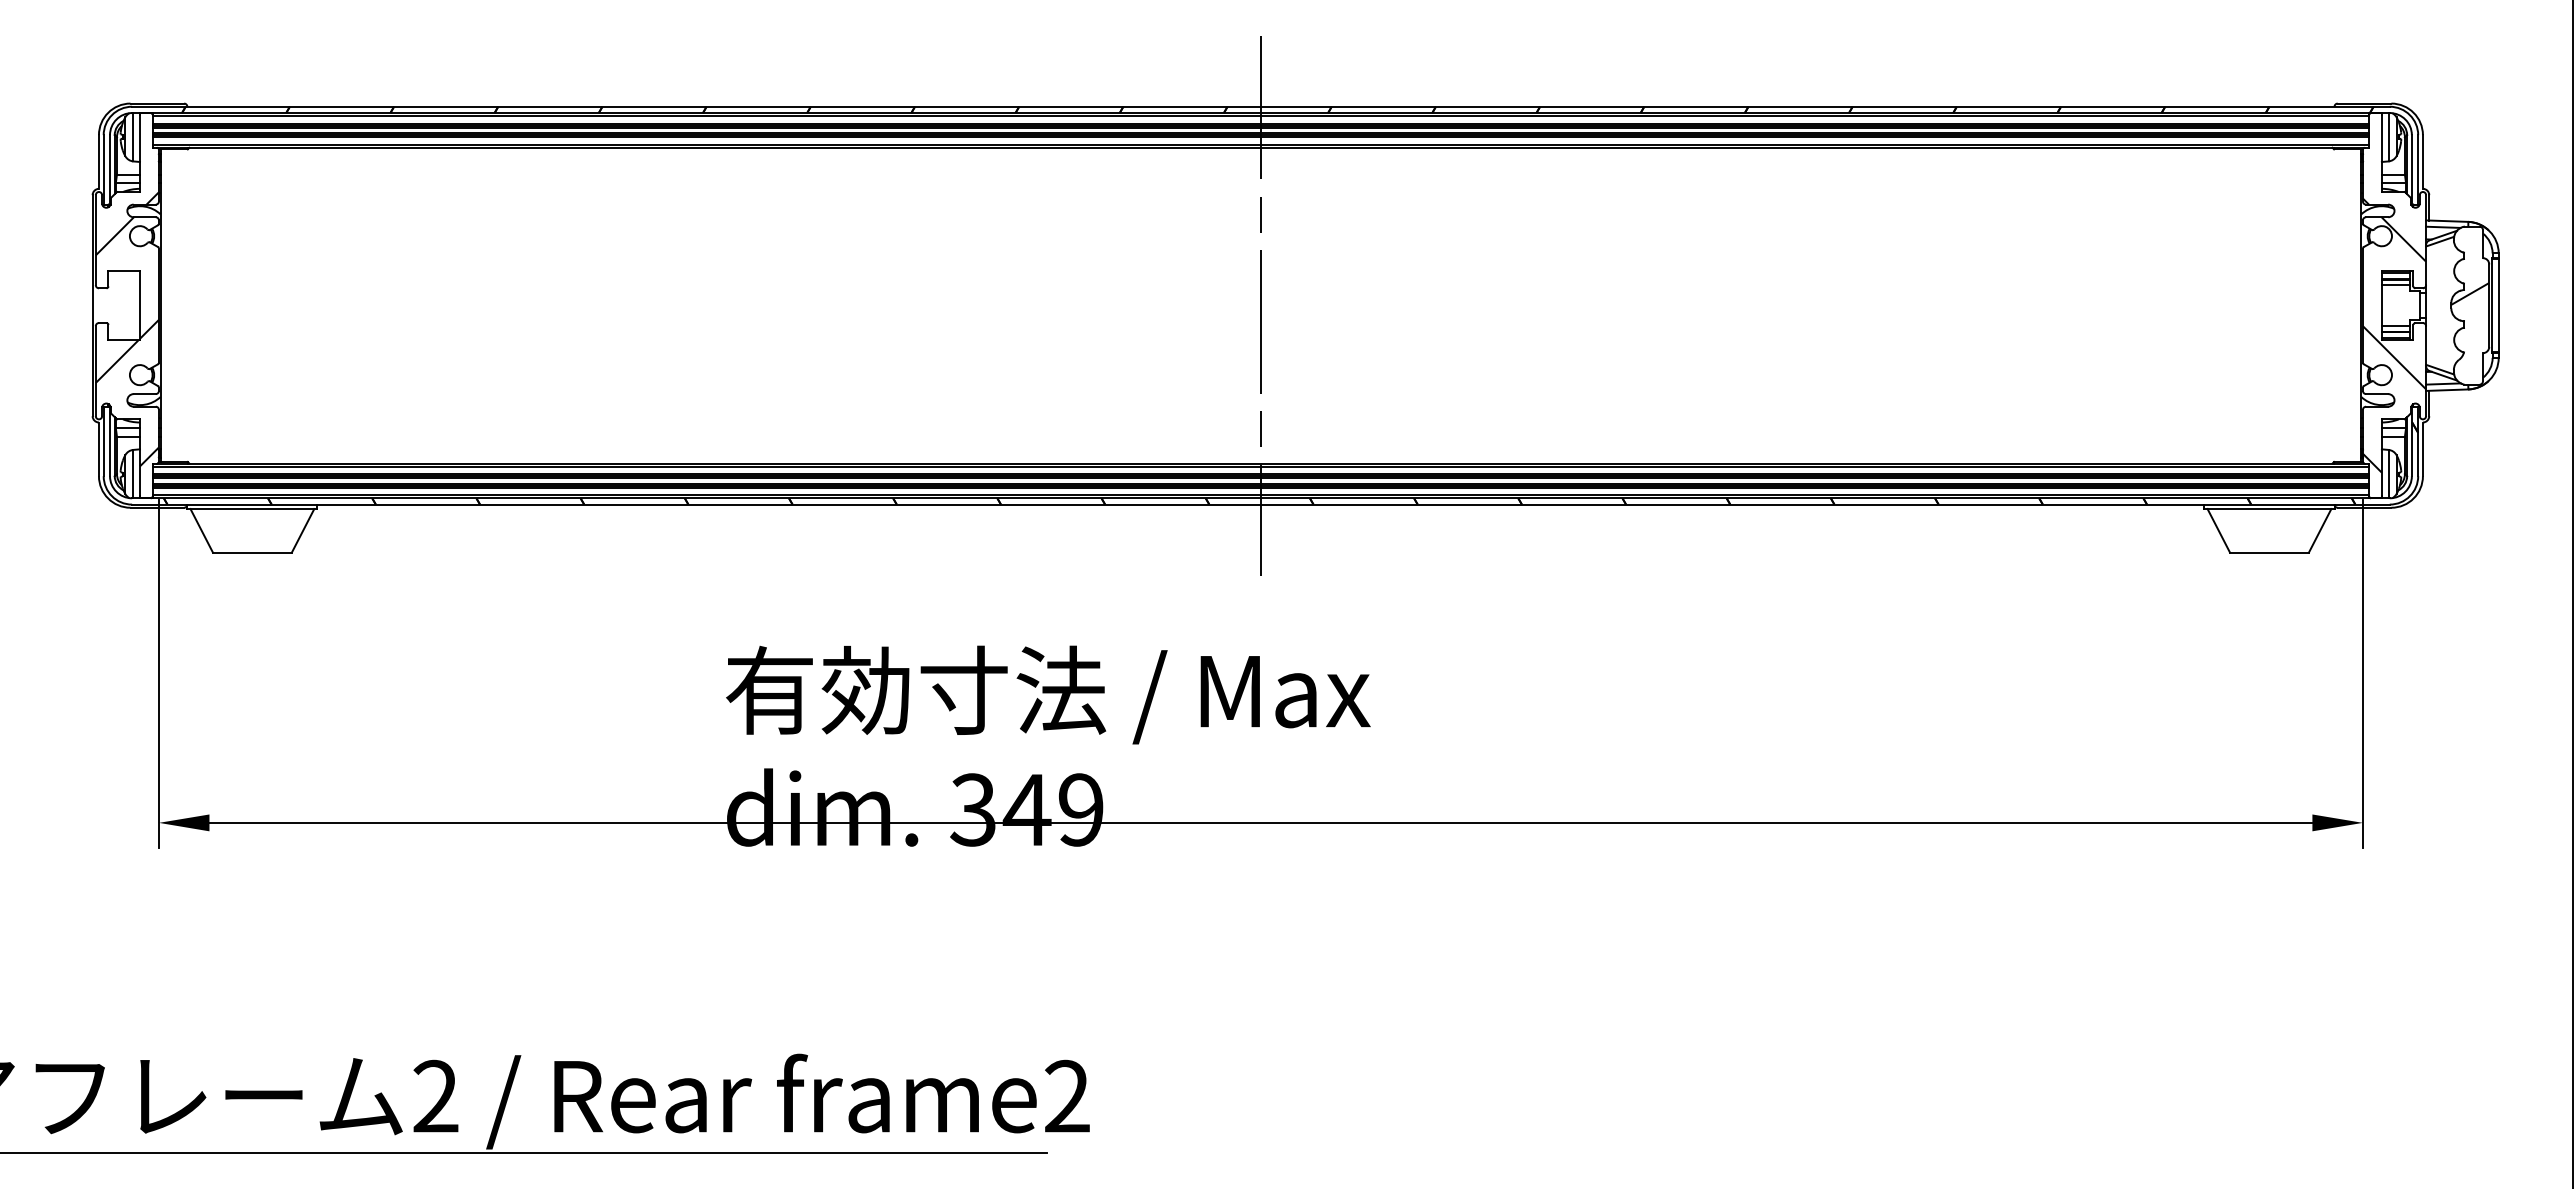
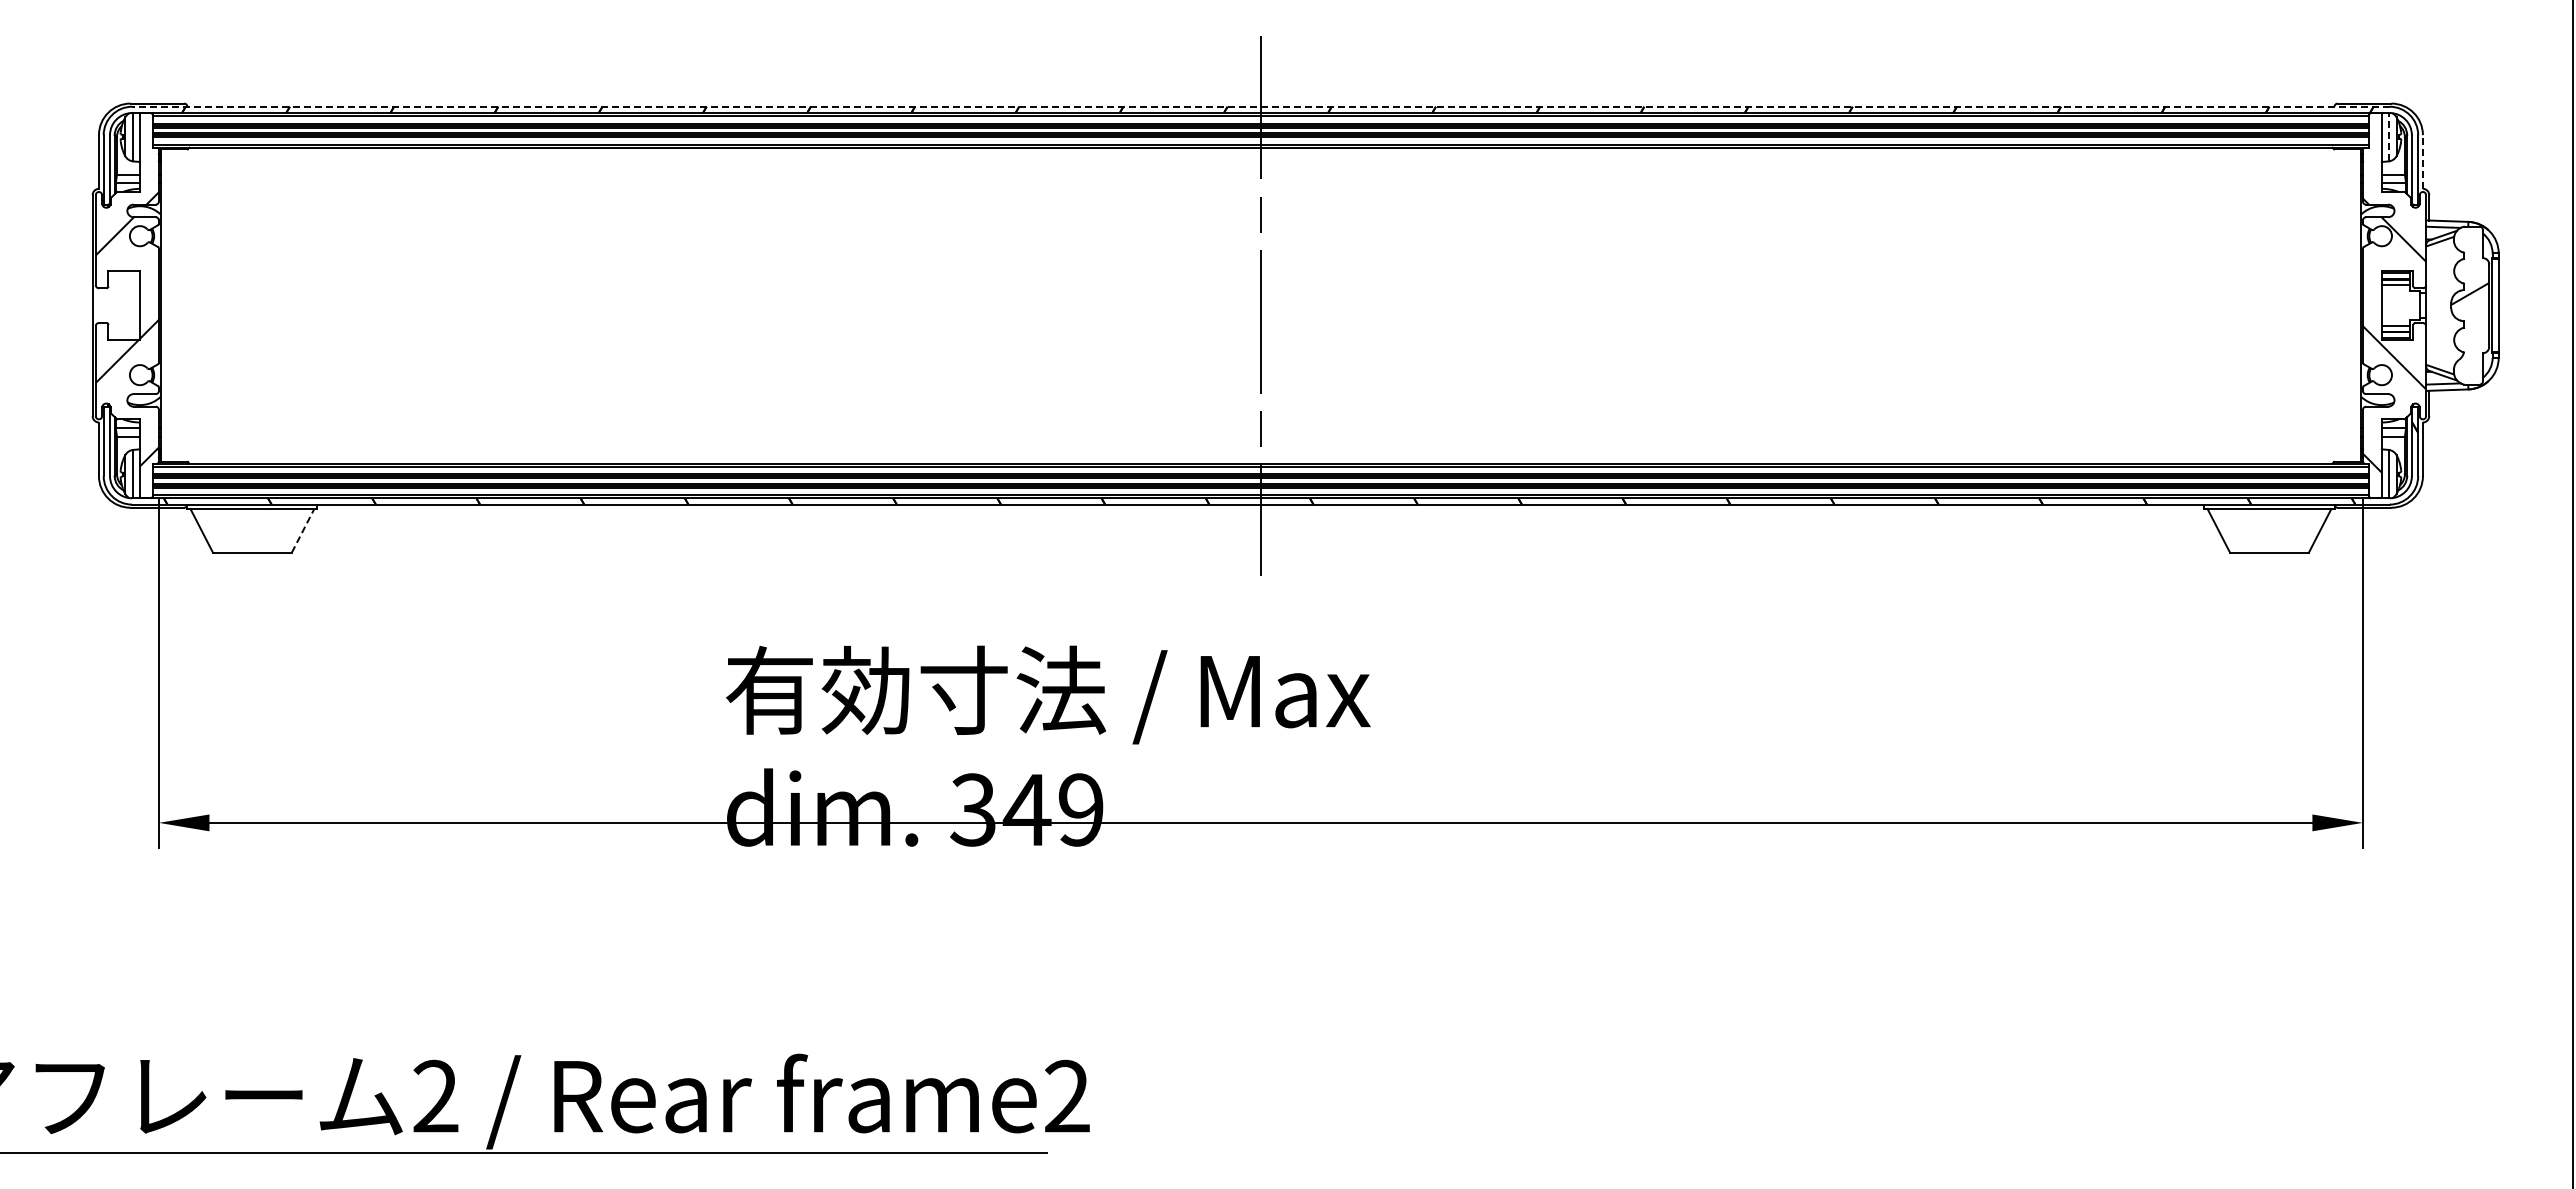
line at (1260, 106): solid -> dashed
line at (2388, 136): solid -> dashed
line at (2422, 162): solid -> dashed
line at (303, 530): solid -> dashed
